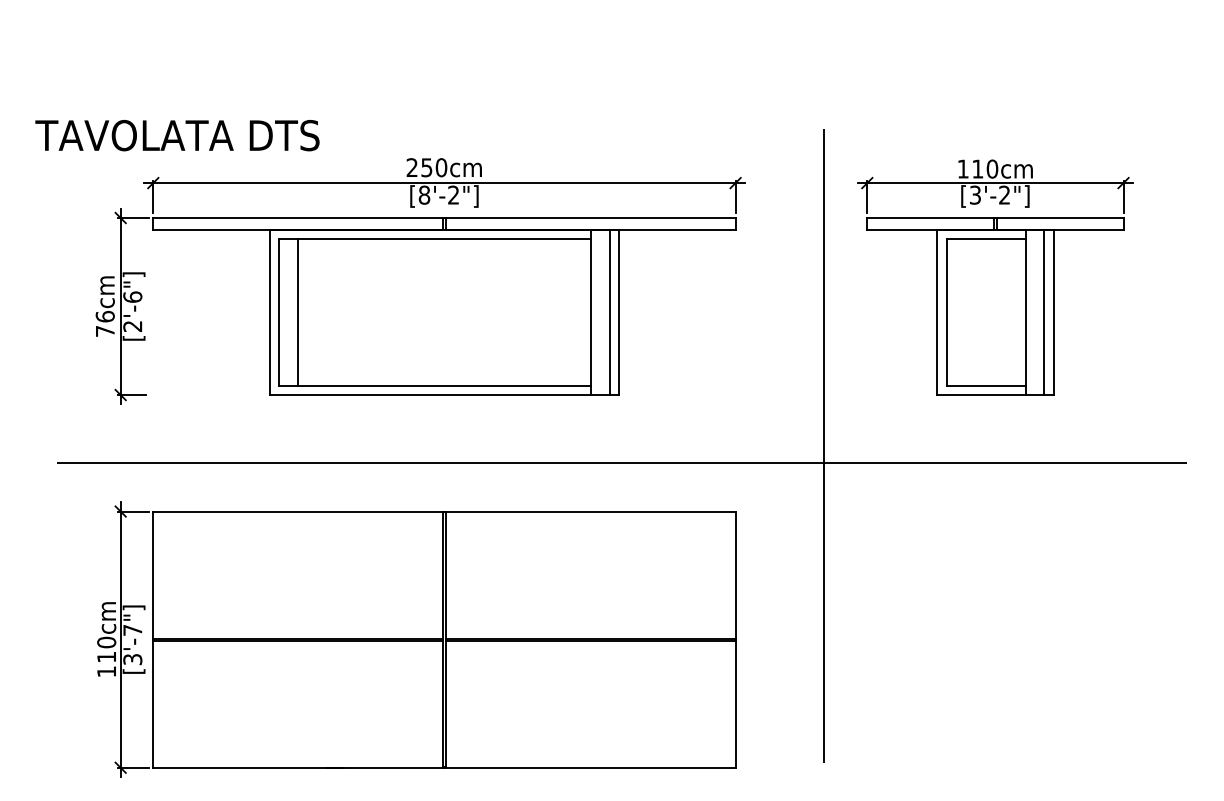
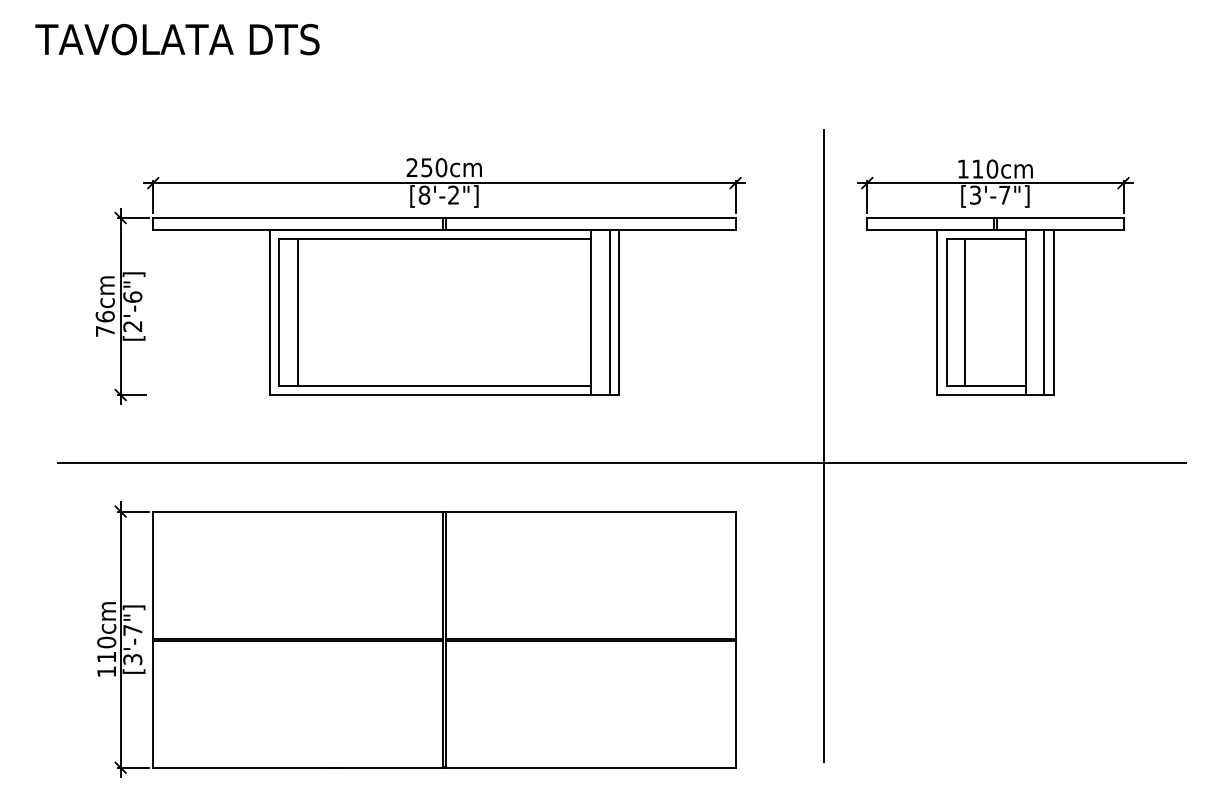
text at (177, 135) position: (177, 135) -> (177, 39)
text at (1004, 194): [3'-2"] -> [3'-7"]
line at (965, 311): none -> present
